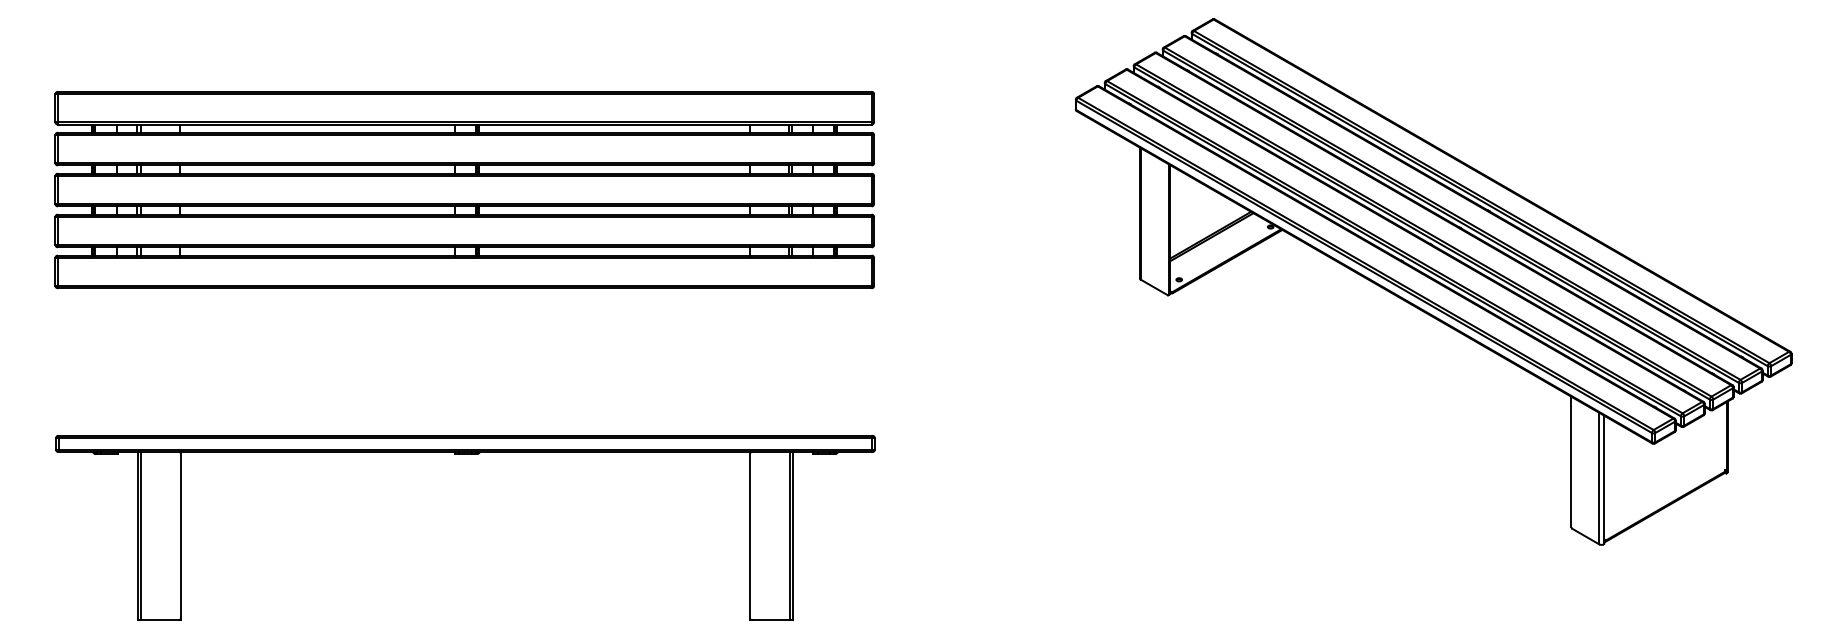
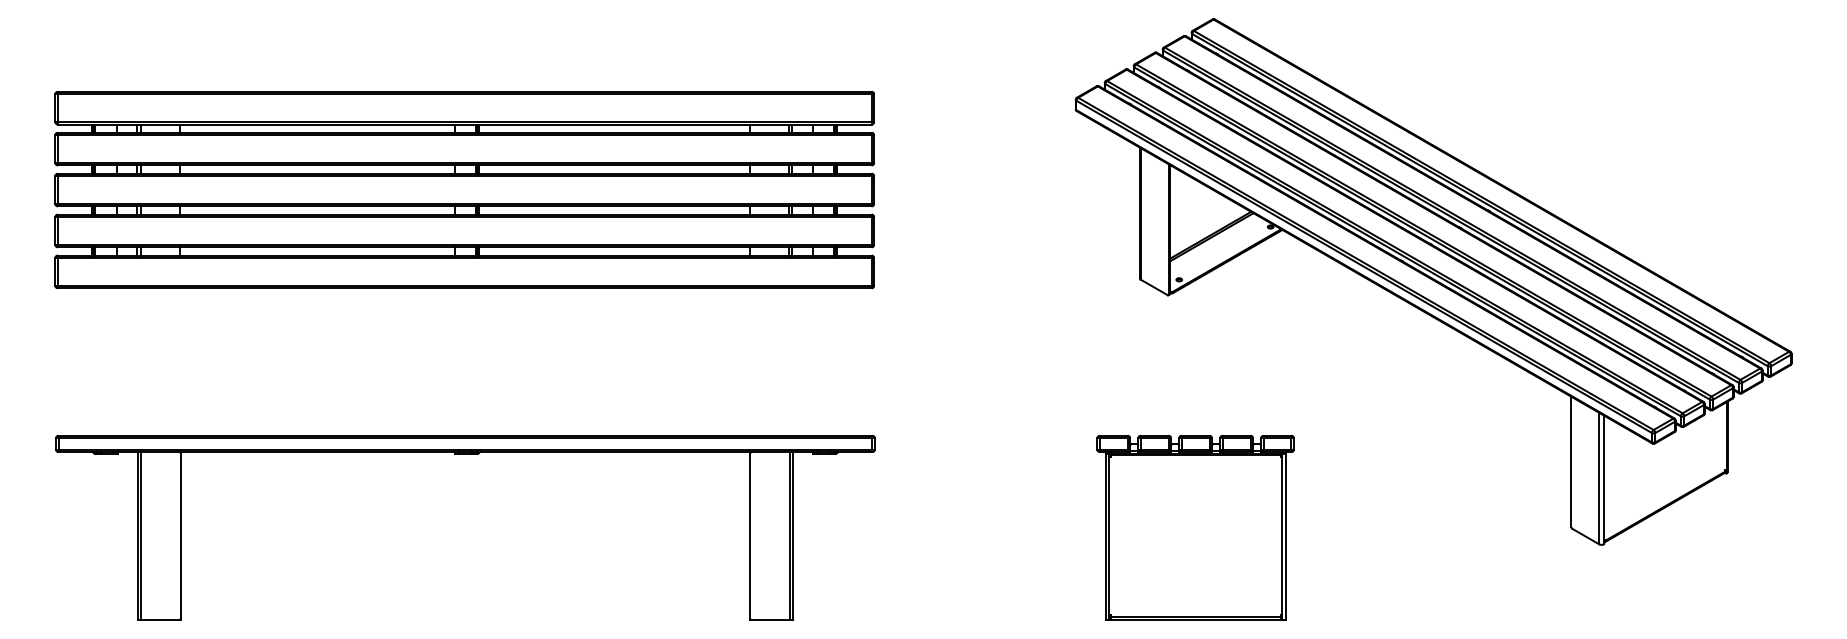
part at (1195, 527): none -> present
